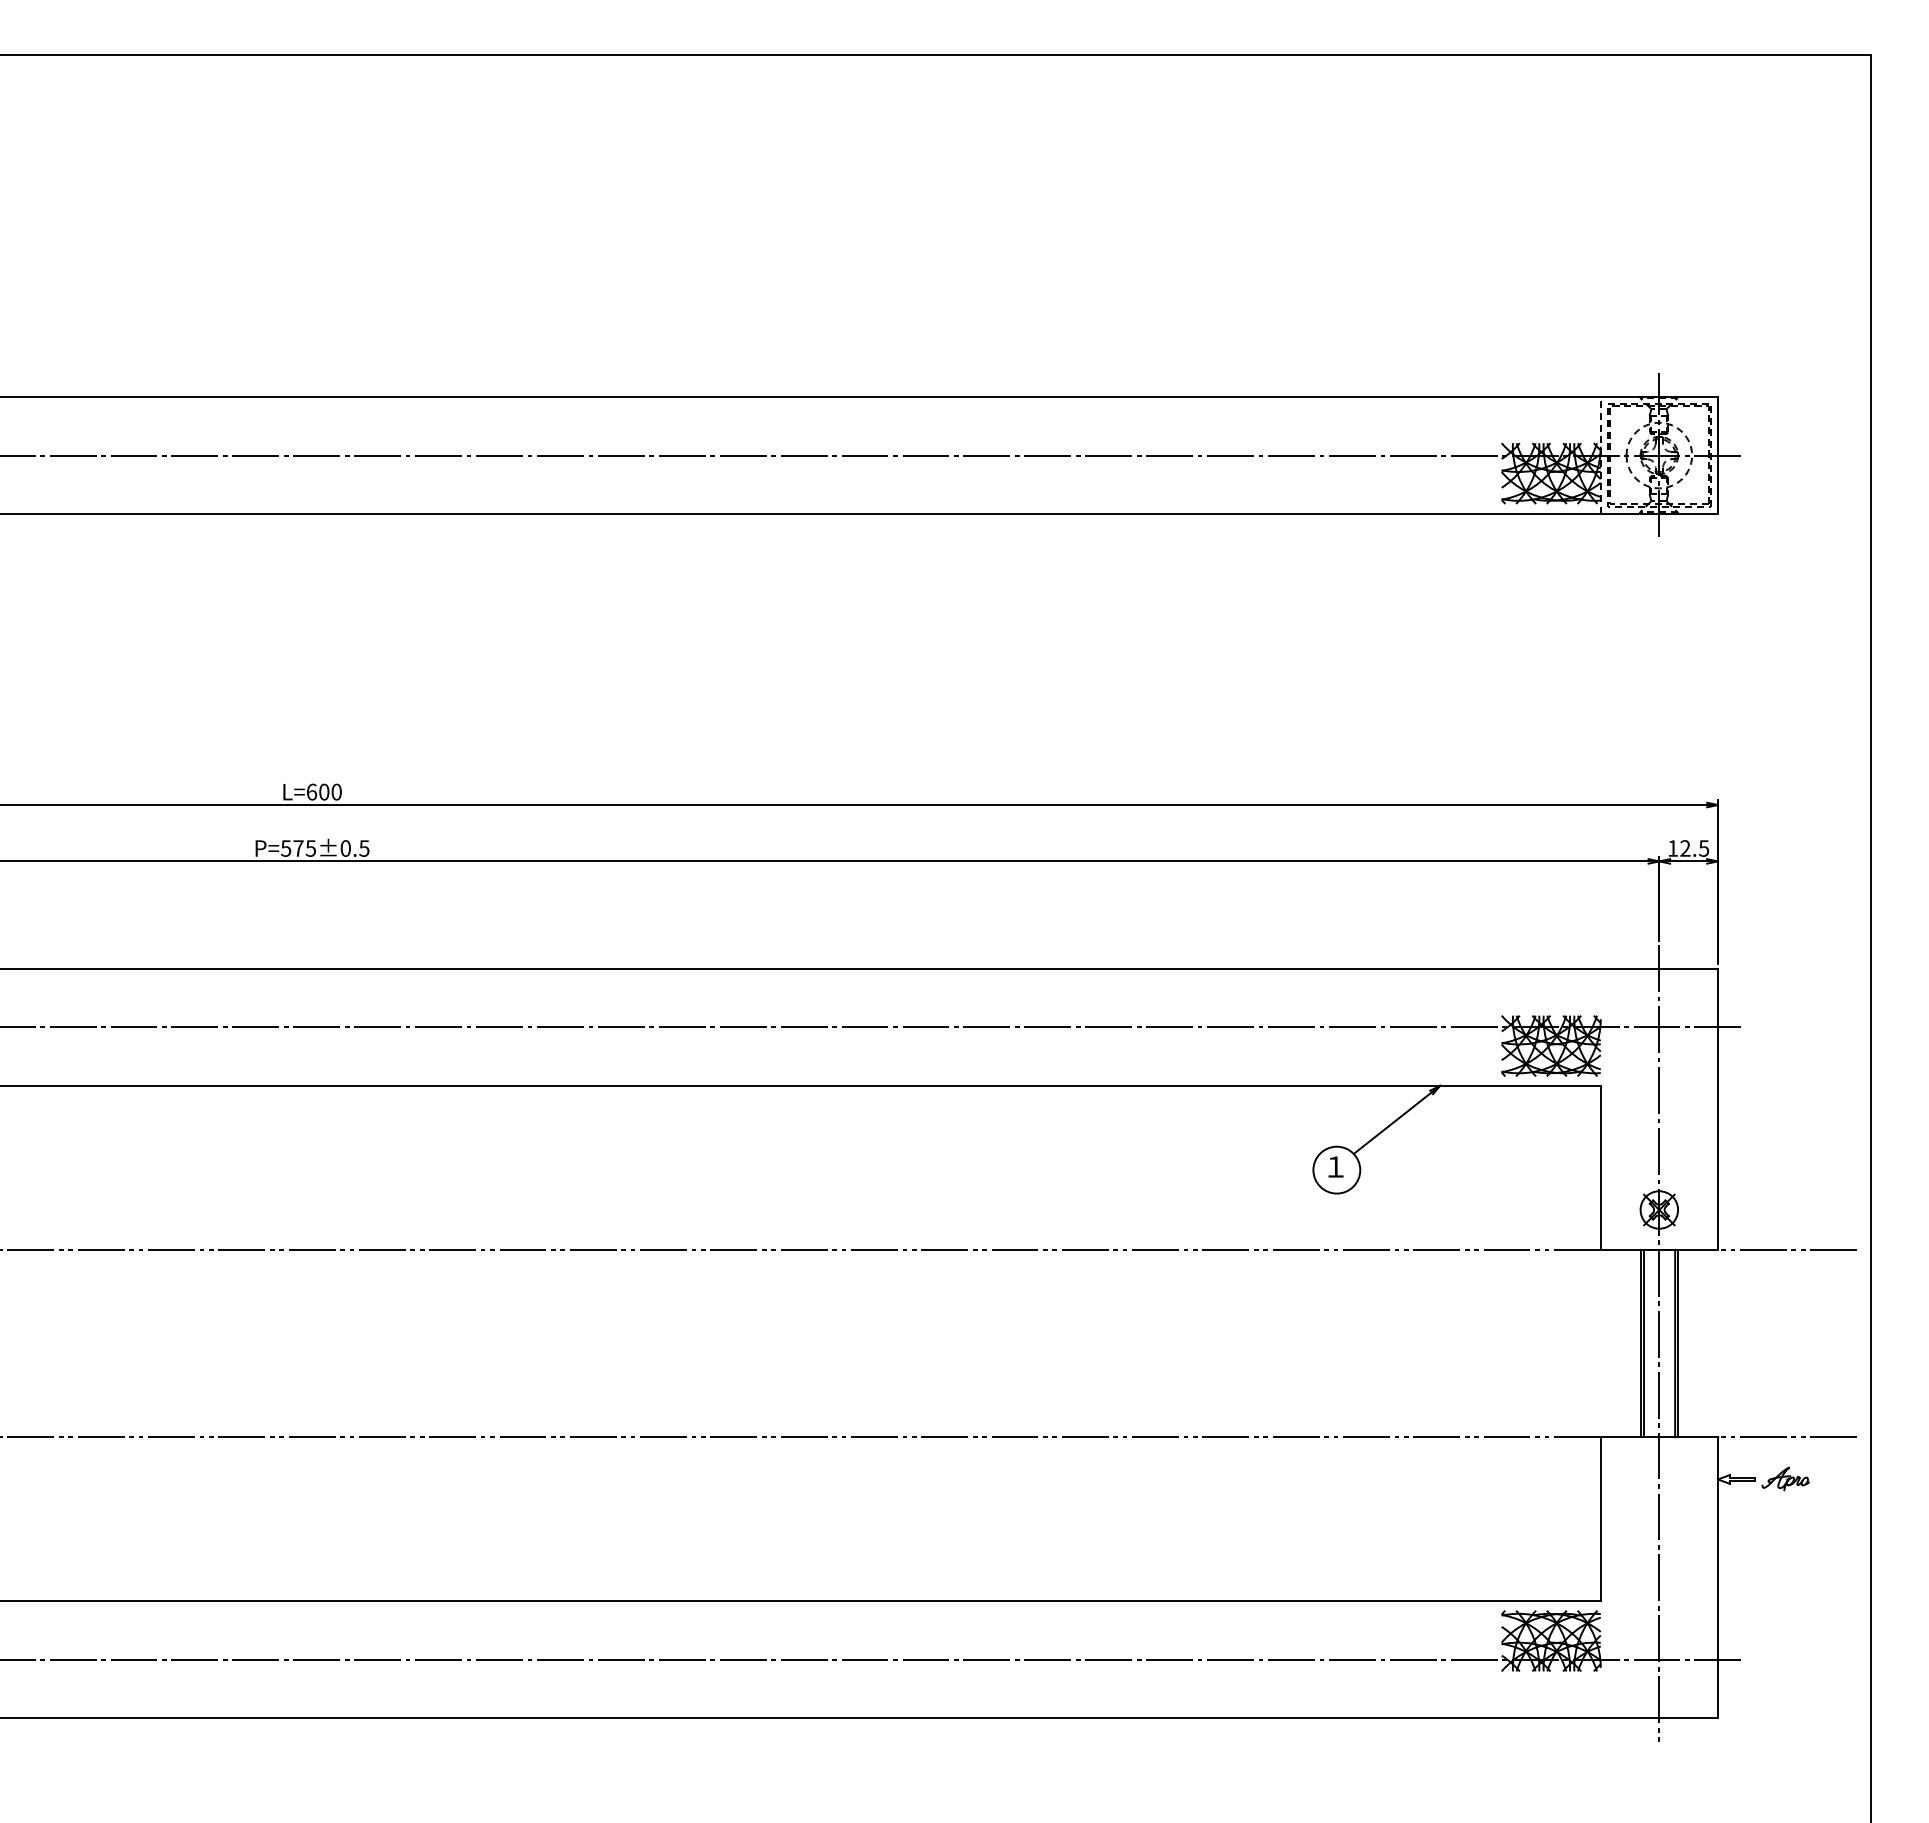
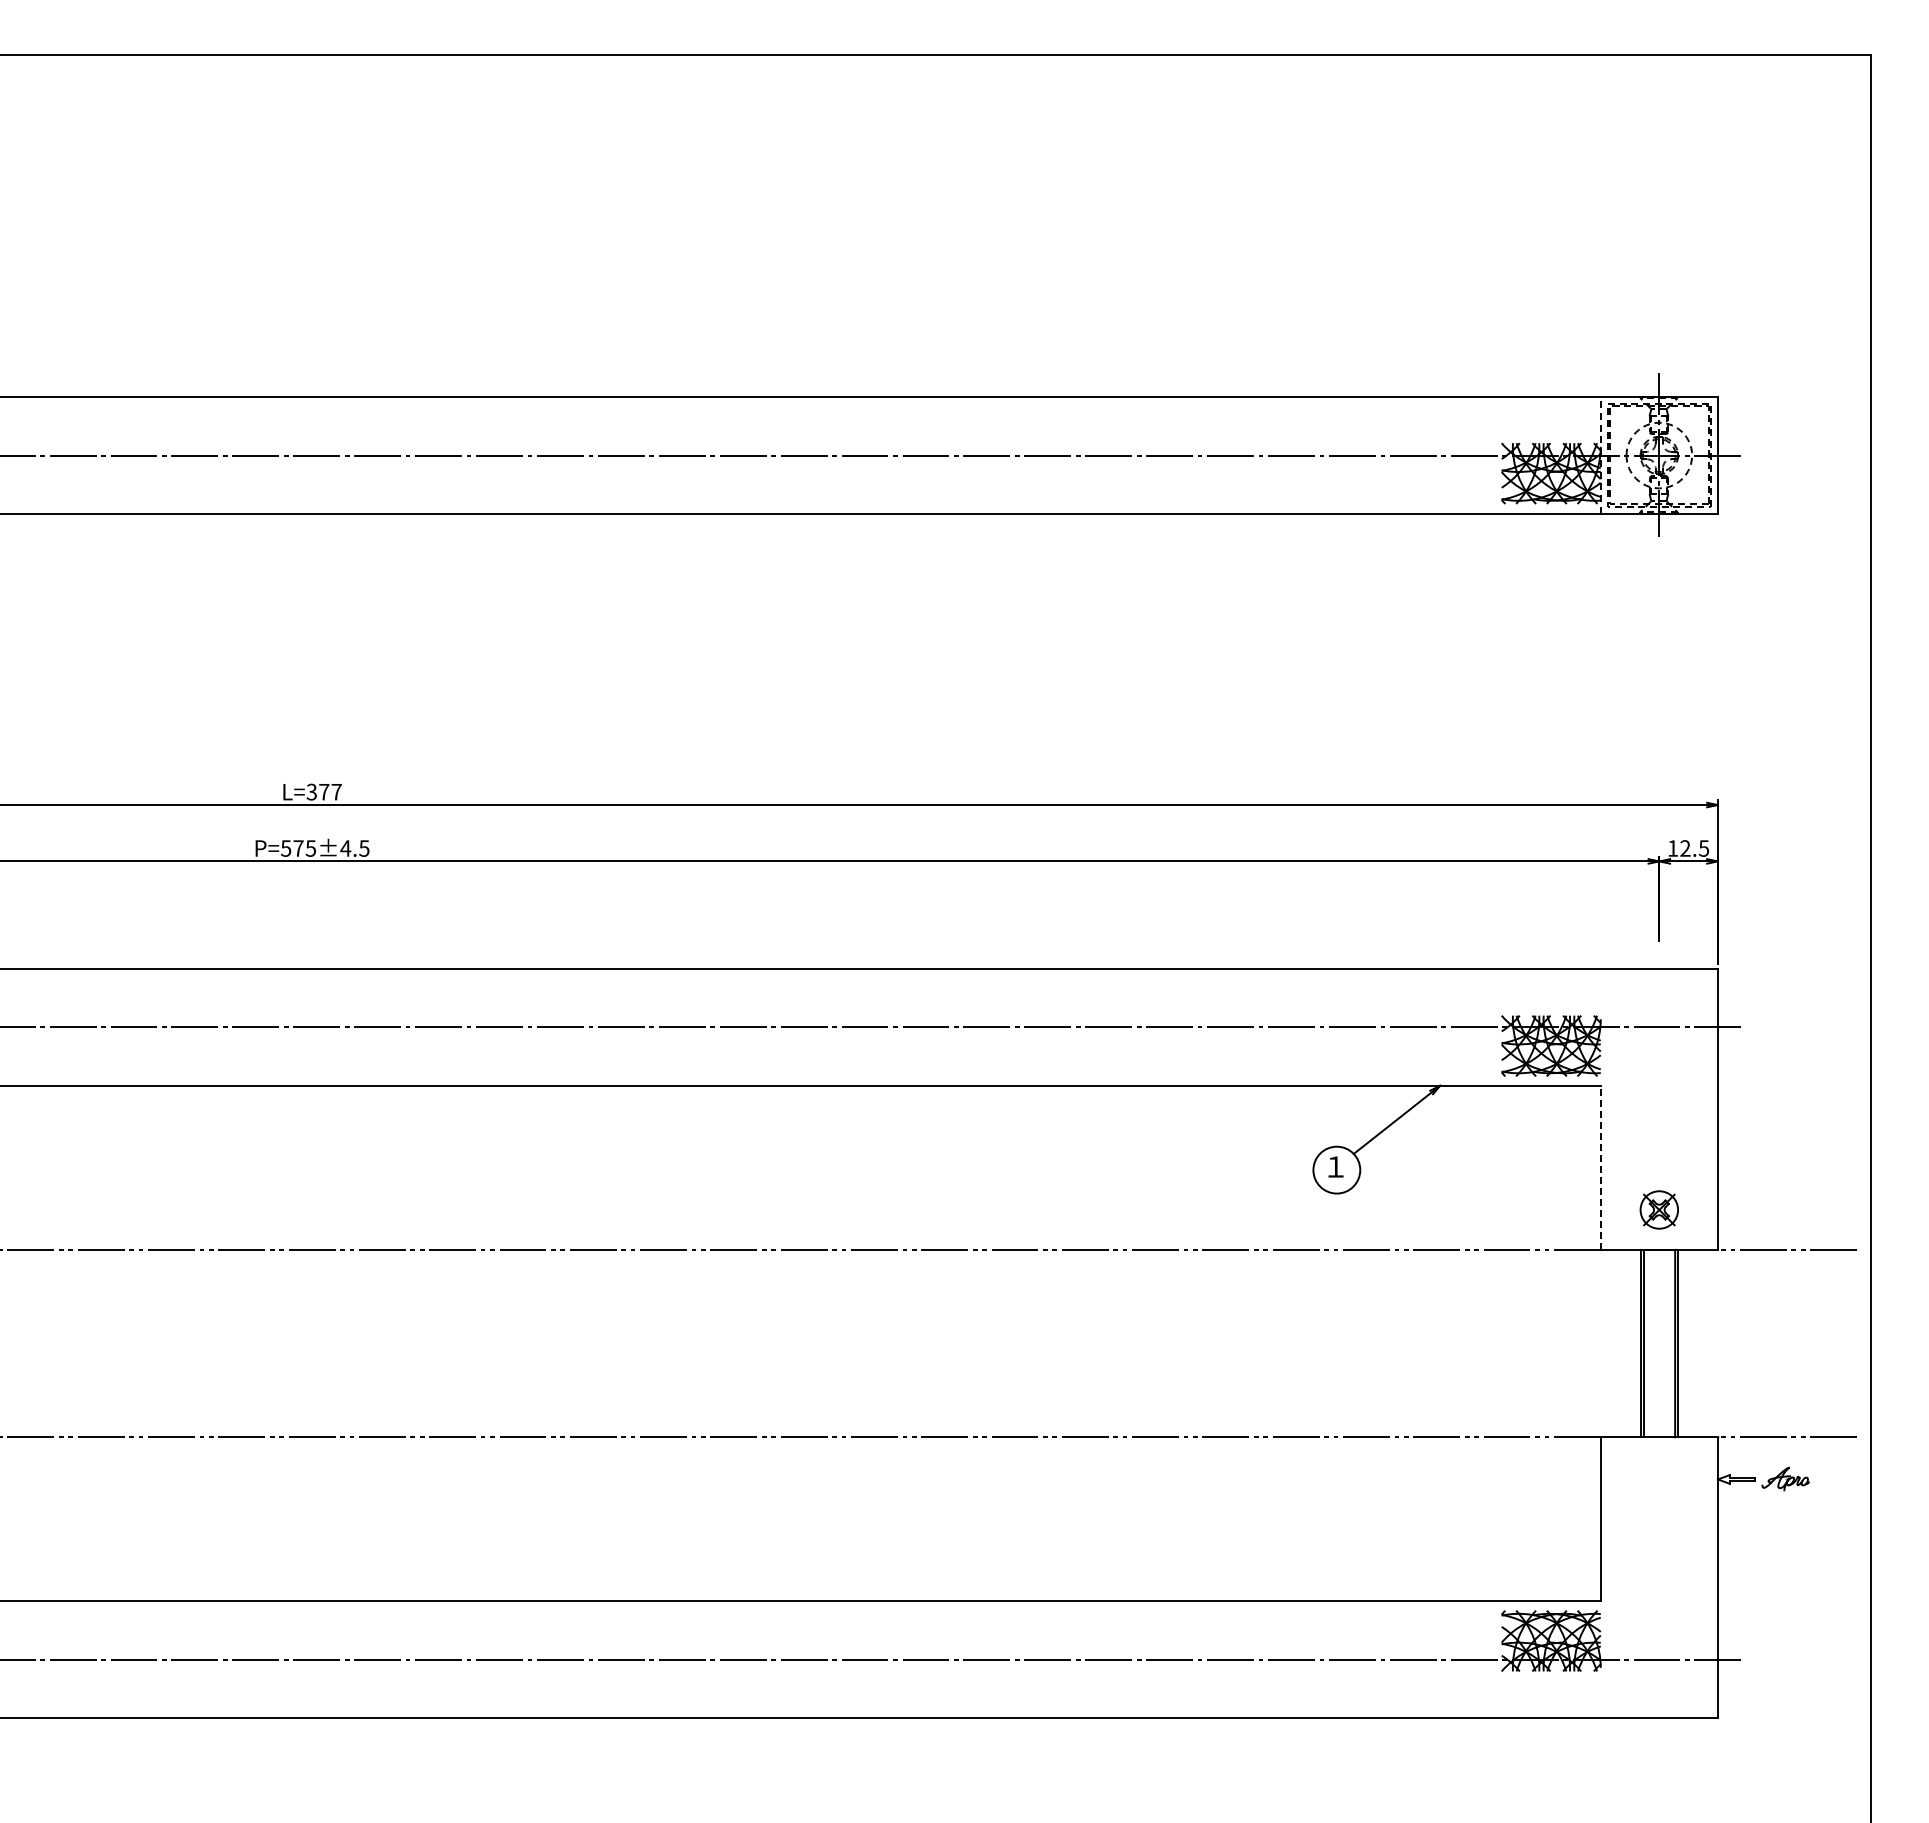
text at (323, 791): L=600 -> L=377
text at (345, 848): P=575±0.5 -> P=575±4.5
line at (1600, 1167): solid -> dashed
line at (1659, 1343): present -> none
